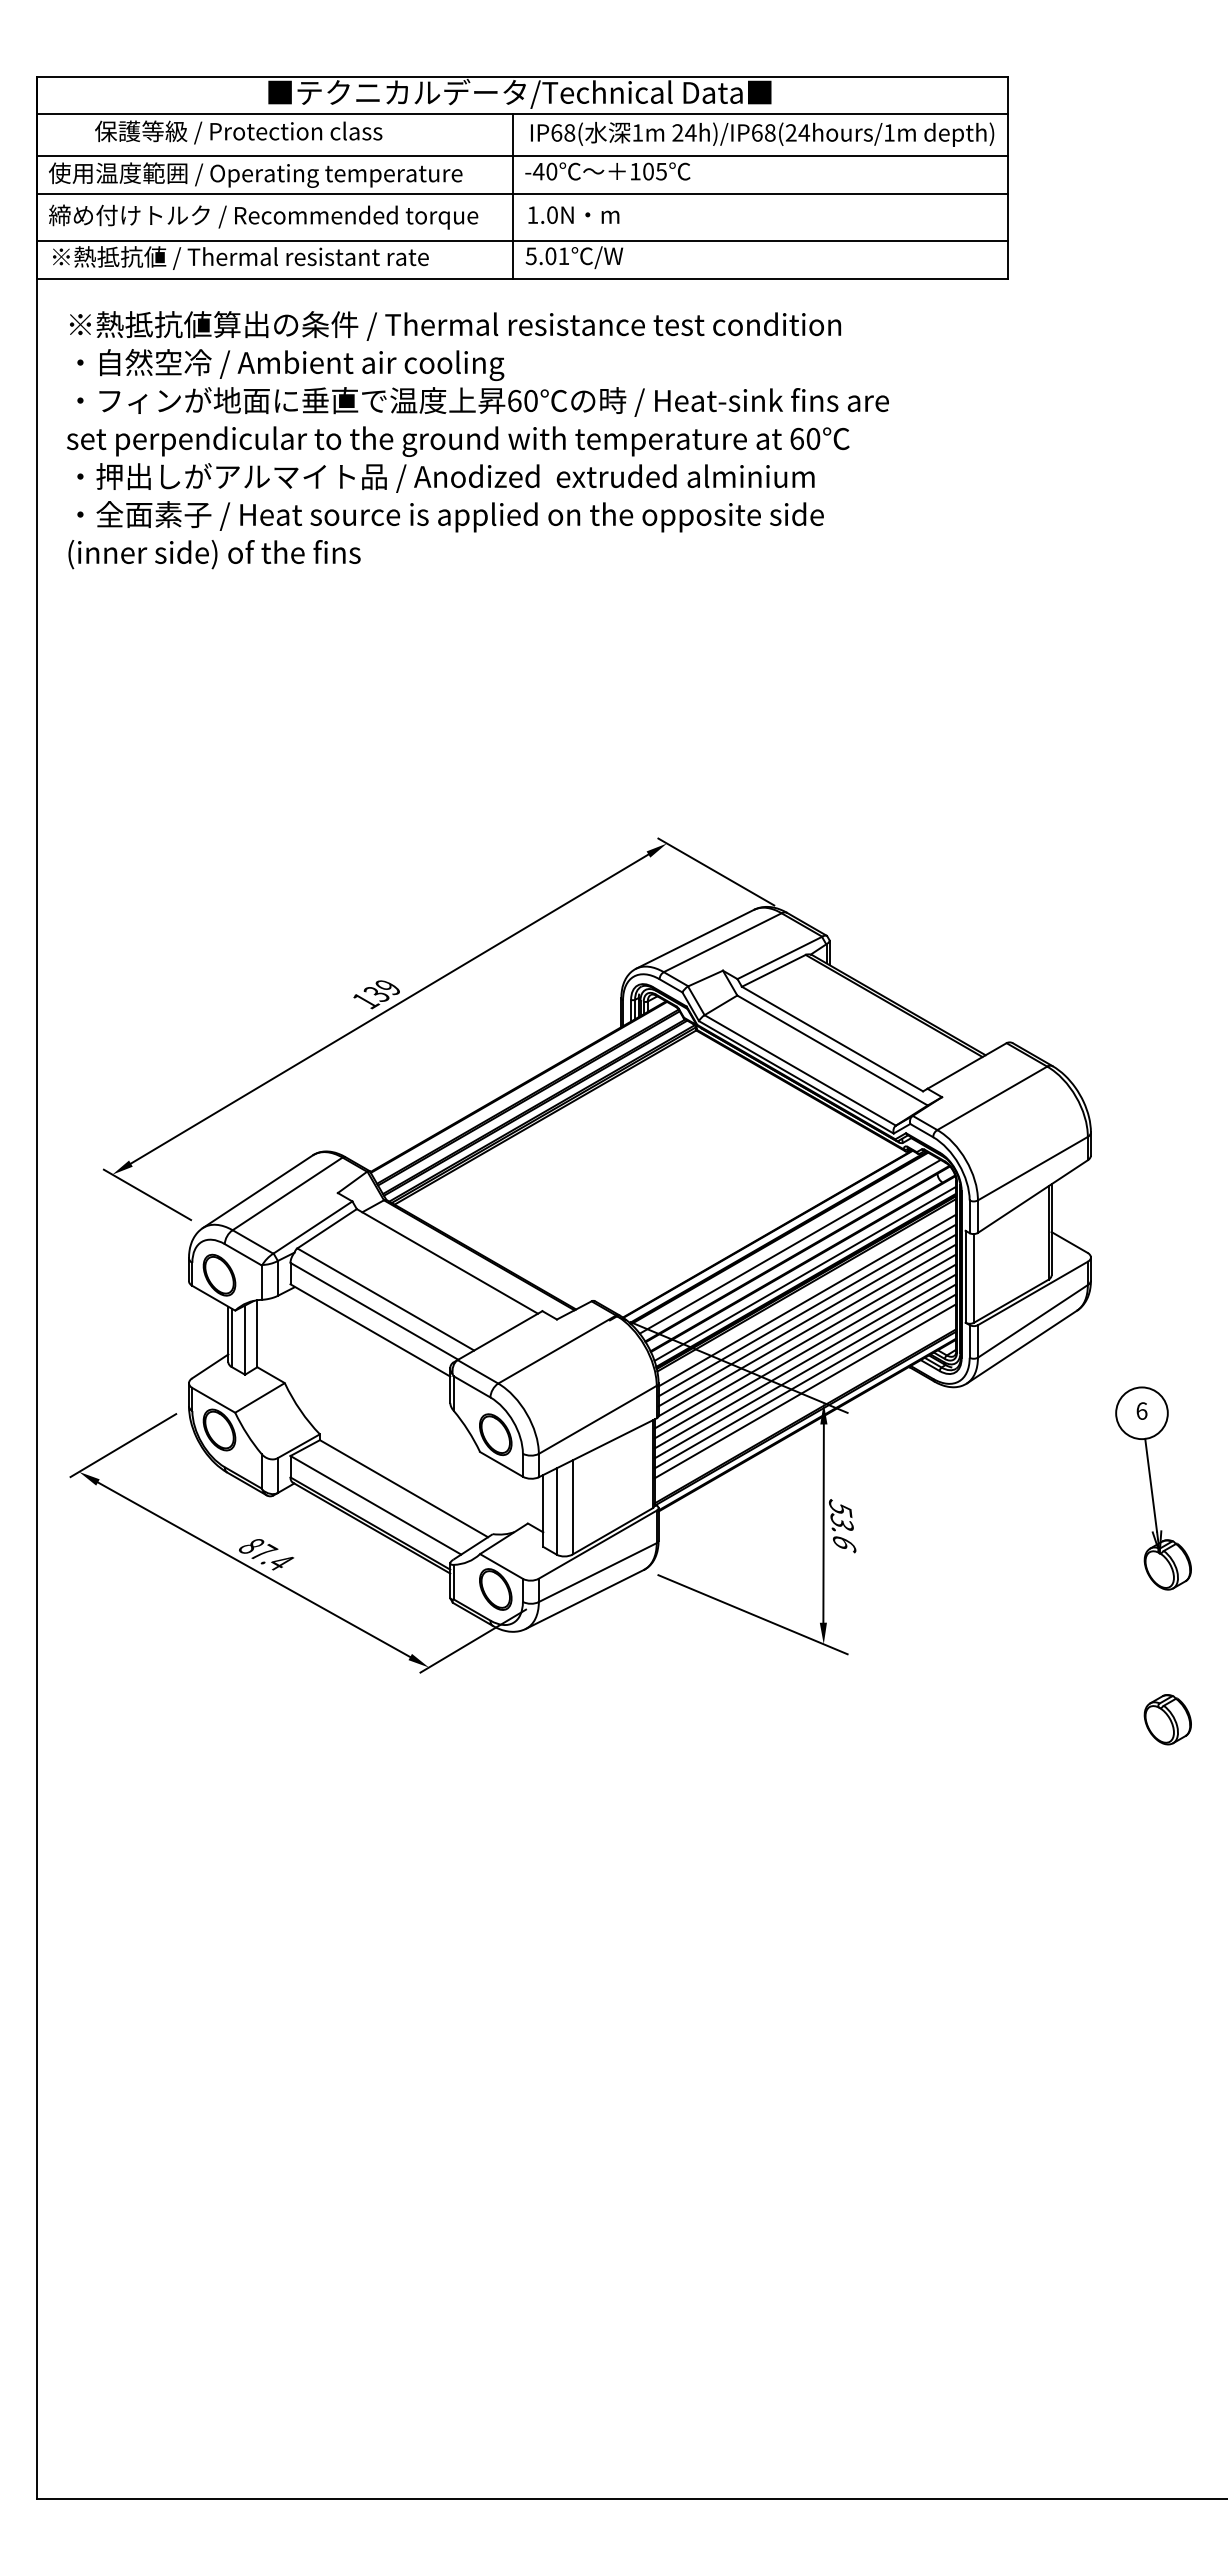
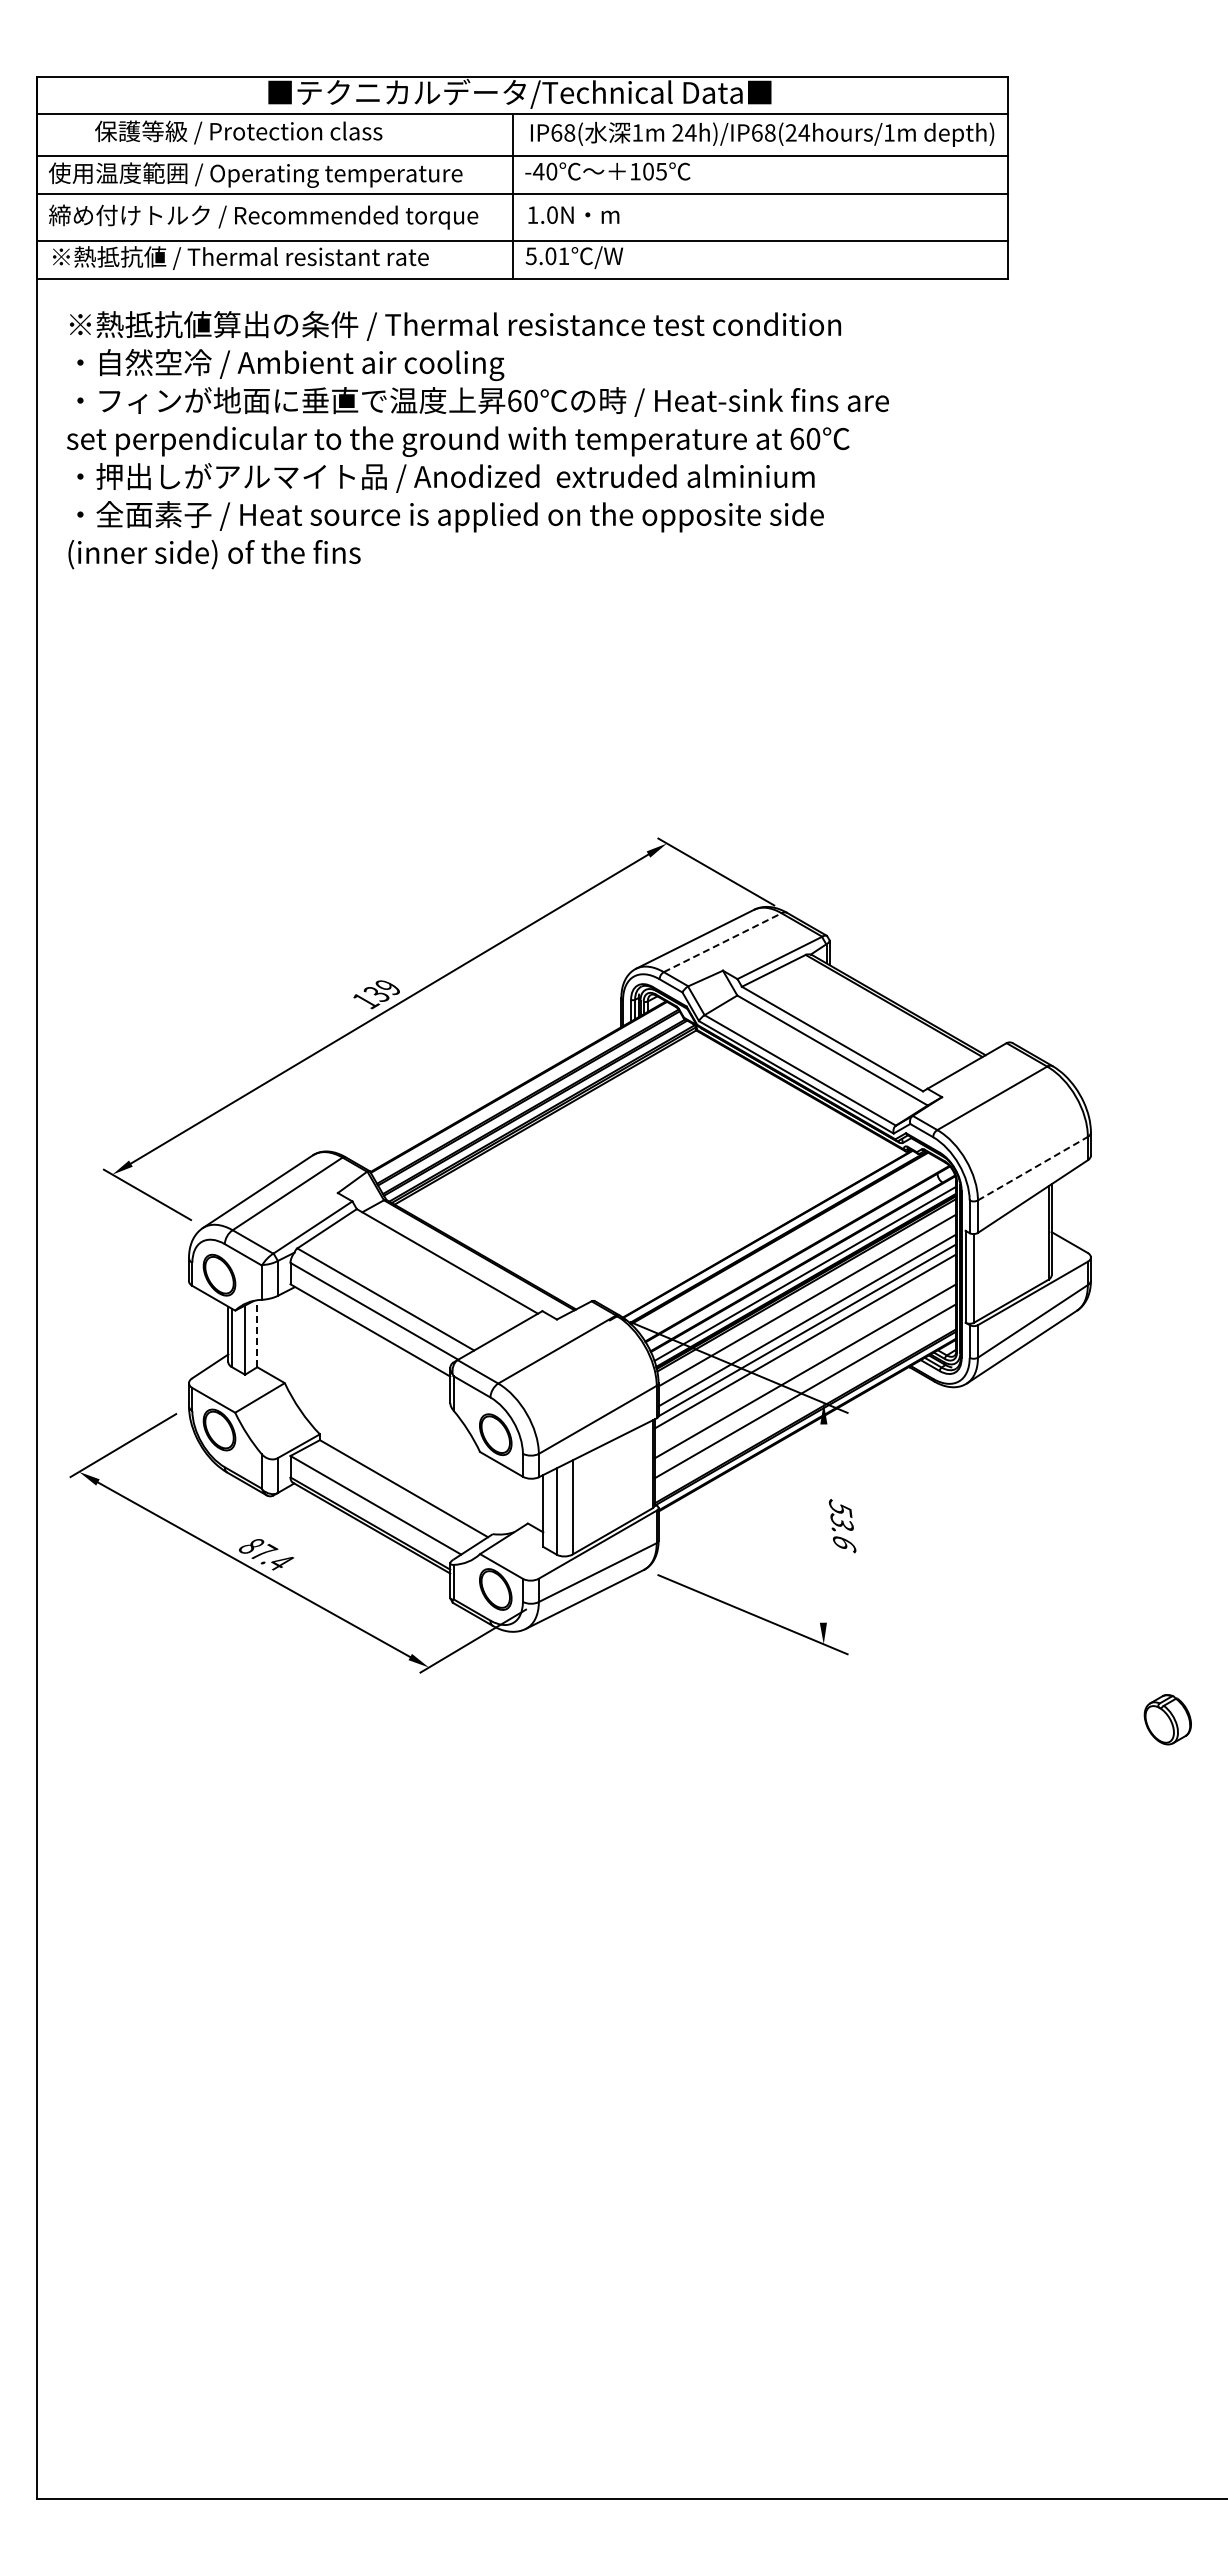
line at (722, 942): solid -> dashed
line at (1033, 1168): solid -> dashed
line at (789, 1246): present -> none
line at (807, 1310): present -> none
line at (257, 1333): solid -> dashed
line at (805, 1351): present -> none
line at (805, 1361): present -> none
line at (805, 1381): present -> none
part at (1153, 1488): present -> none
line at (823, 1523): present -> none
